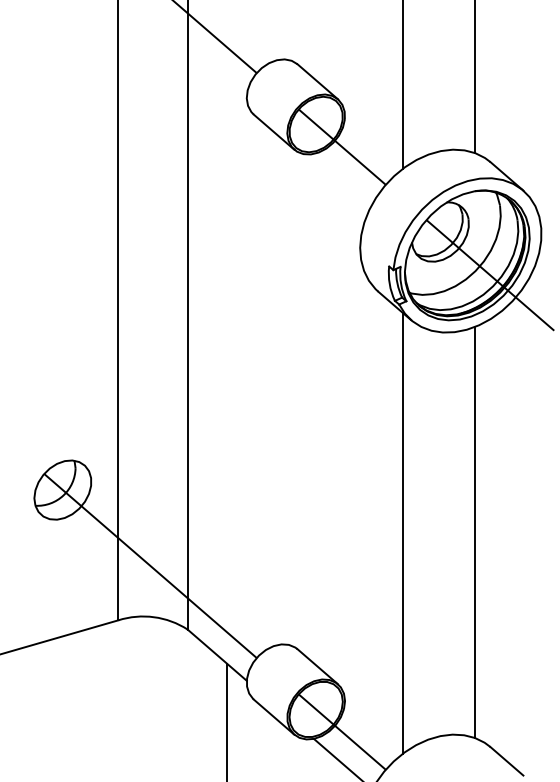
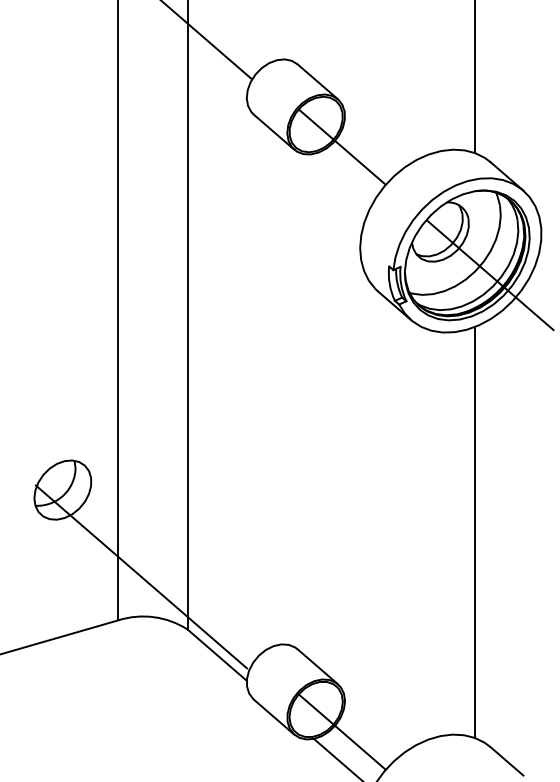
line at (215, 37) position: (215, 37) -> (207, 40)
line at (402, 85): present -> none
line at (402, 532): present -> none
line at (150, 565) position: (150, 565) -> (141, 576)
line at (226, 720): present -> none
